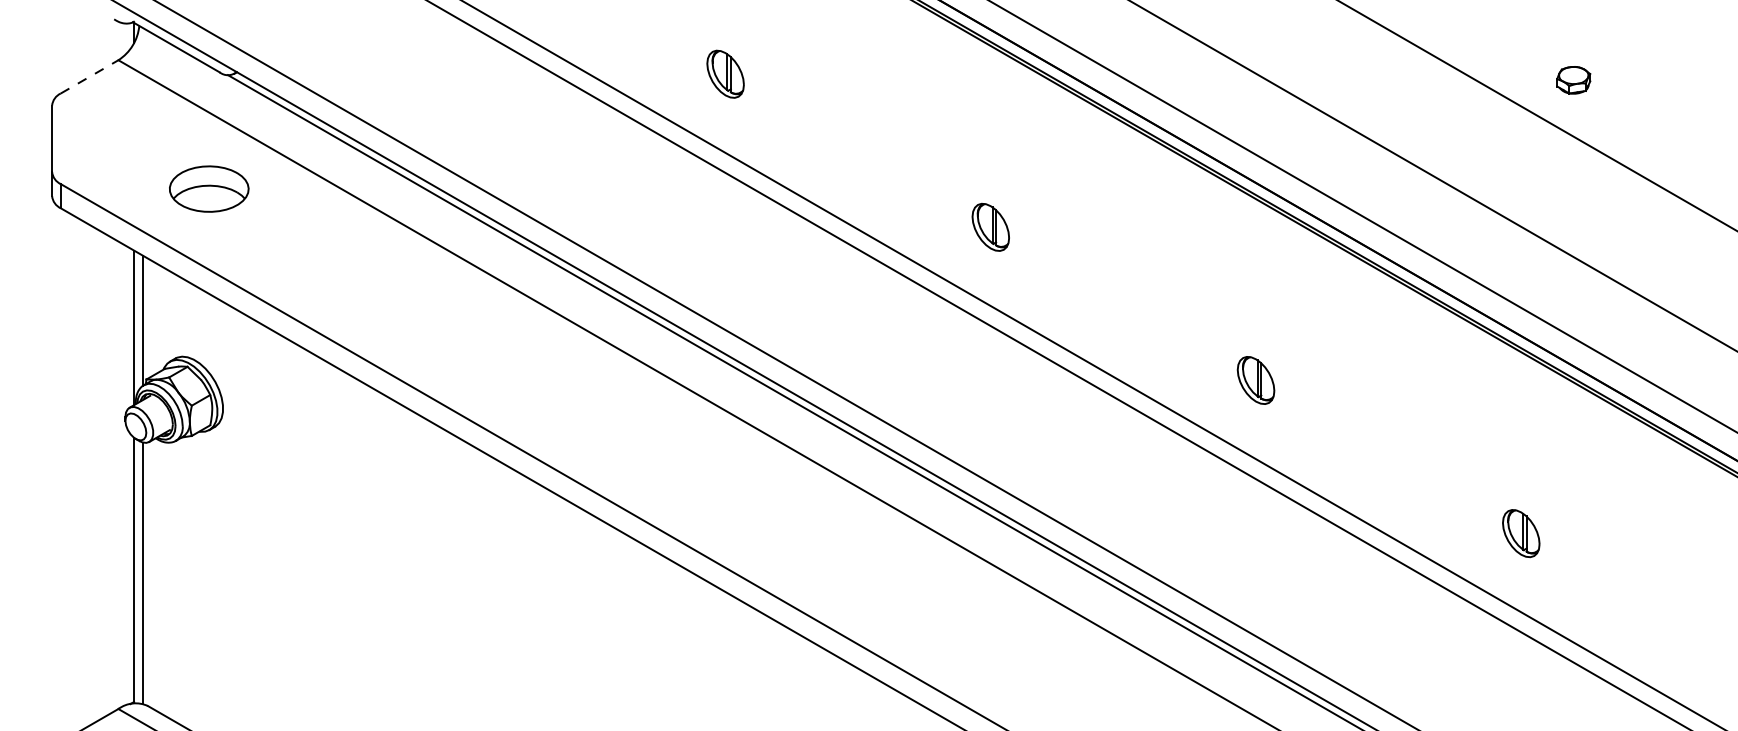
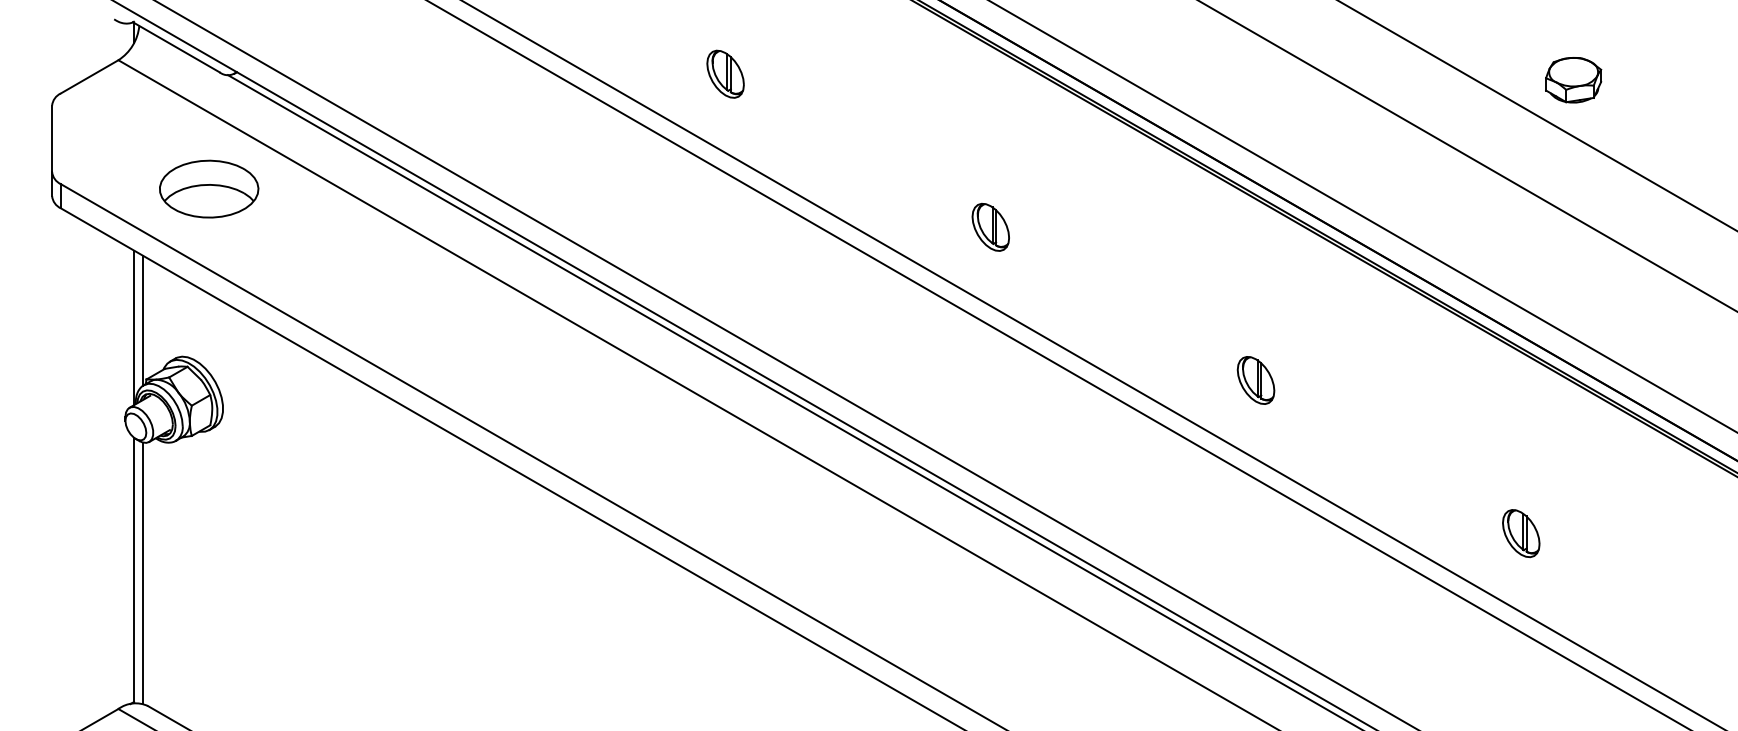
line at (90, 76): dashed -> solid
part at (1573, 80) size: 36x29 px -> 58x47 px
line at (1433, 175) position: (1433, 175) -> (1467, 156)
part at (209, 188) size: 81x48 px -> 101x60 px
